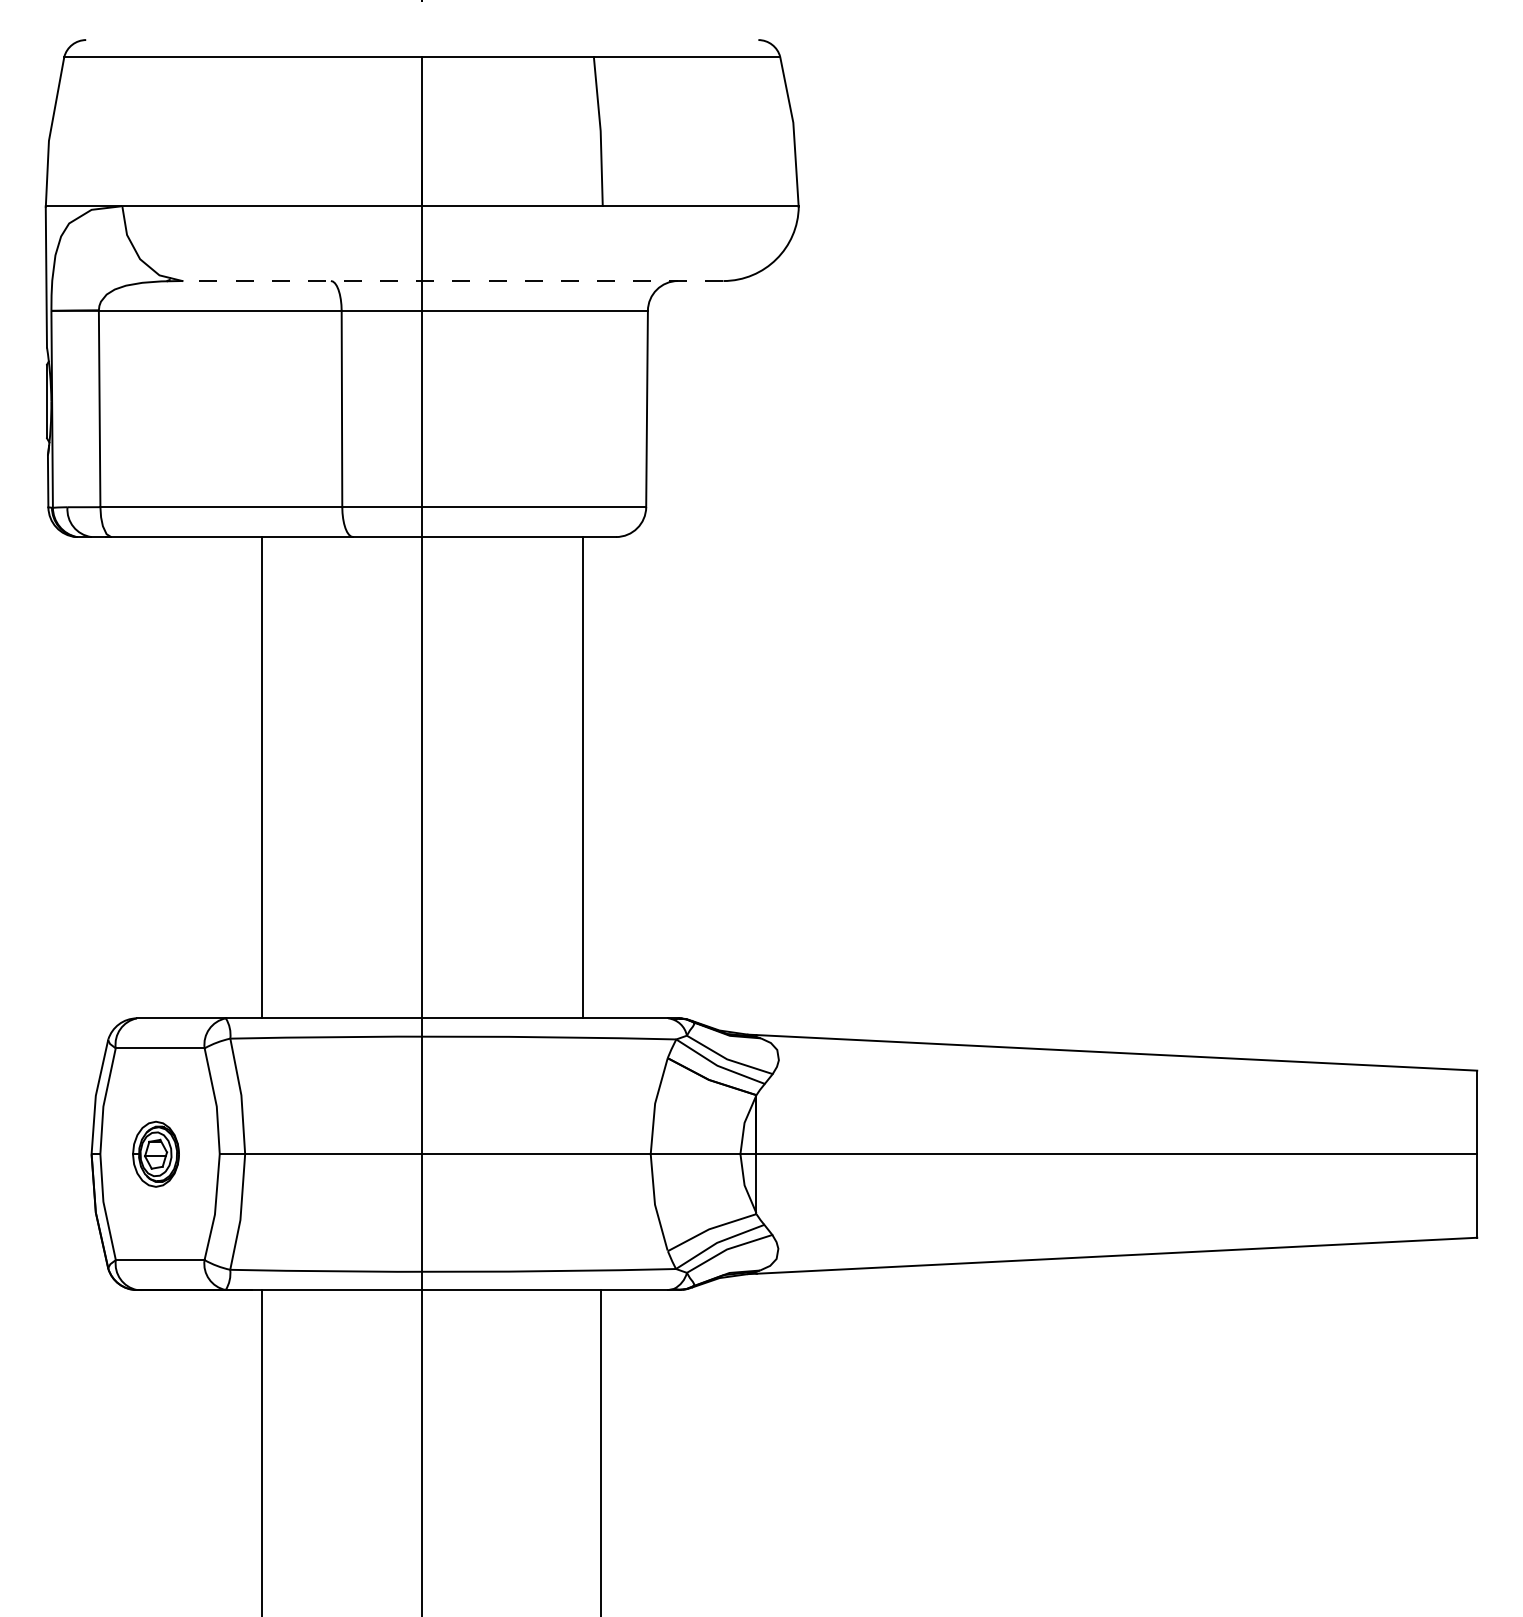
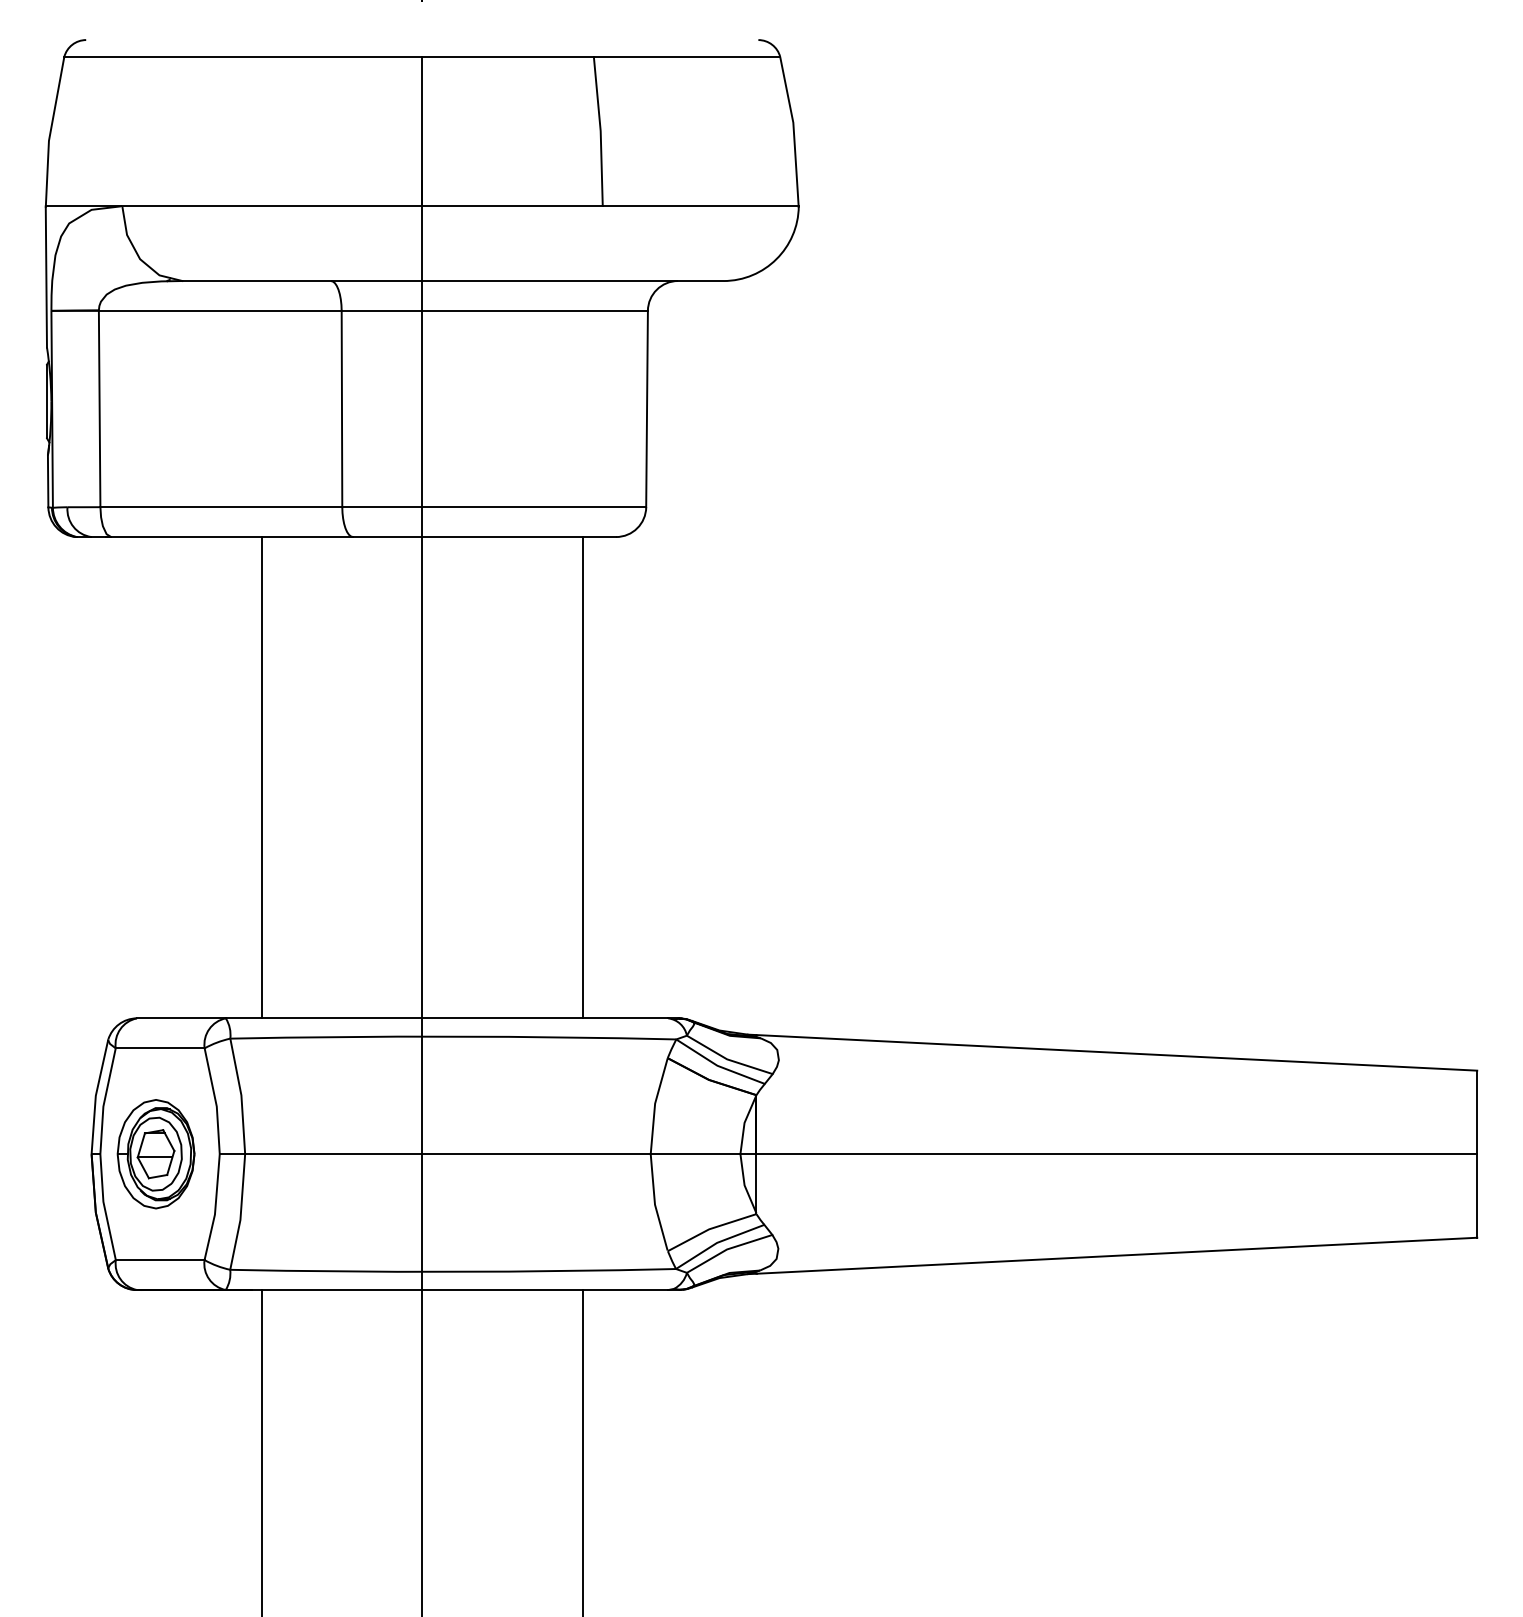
line at (452, 281): dashed -> solid
part at (155, 1153) size: 48x68 px -> 80x111 px
line at (600, 1451) position: (600, 1451) -> (582, 1451)
